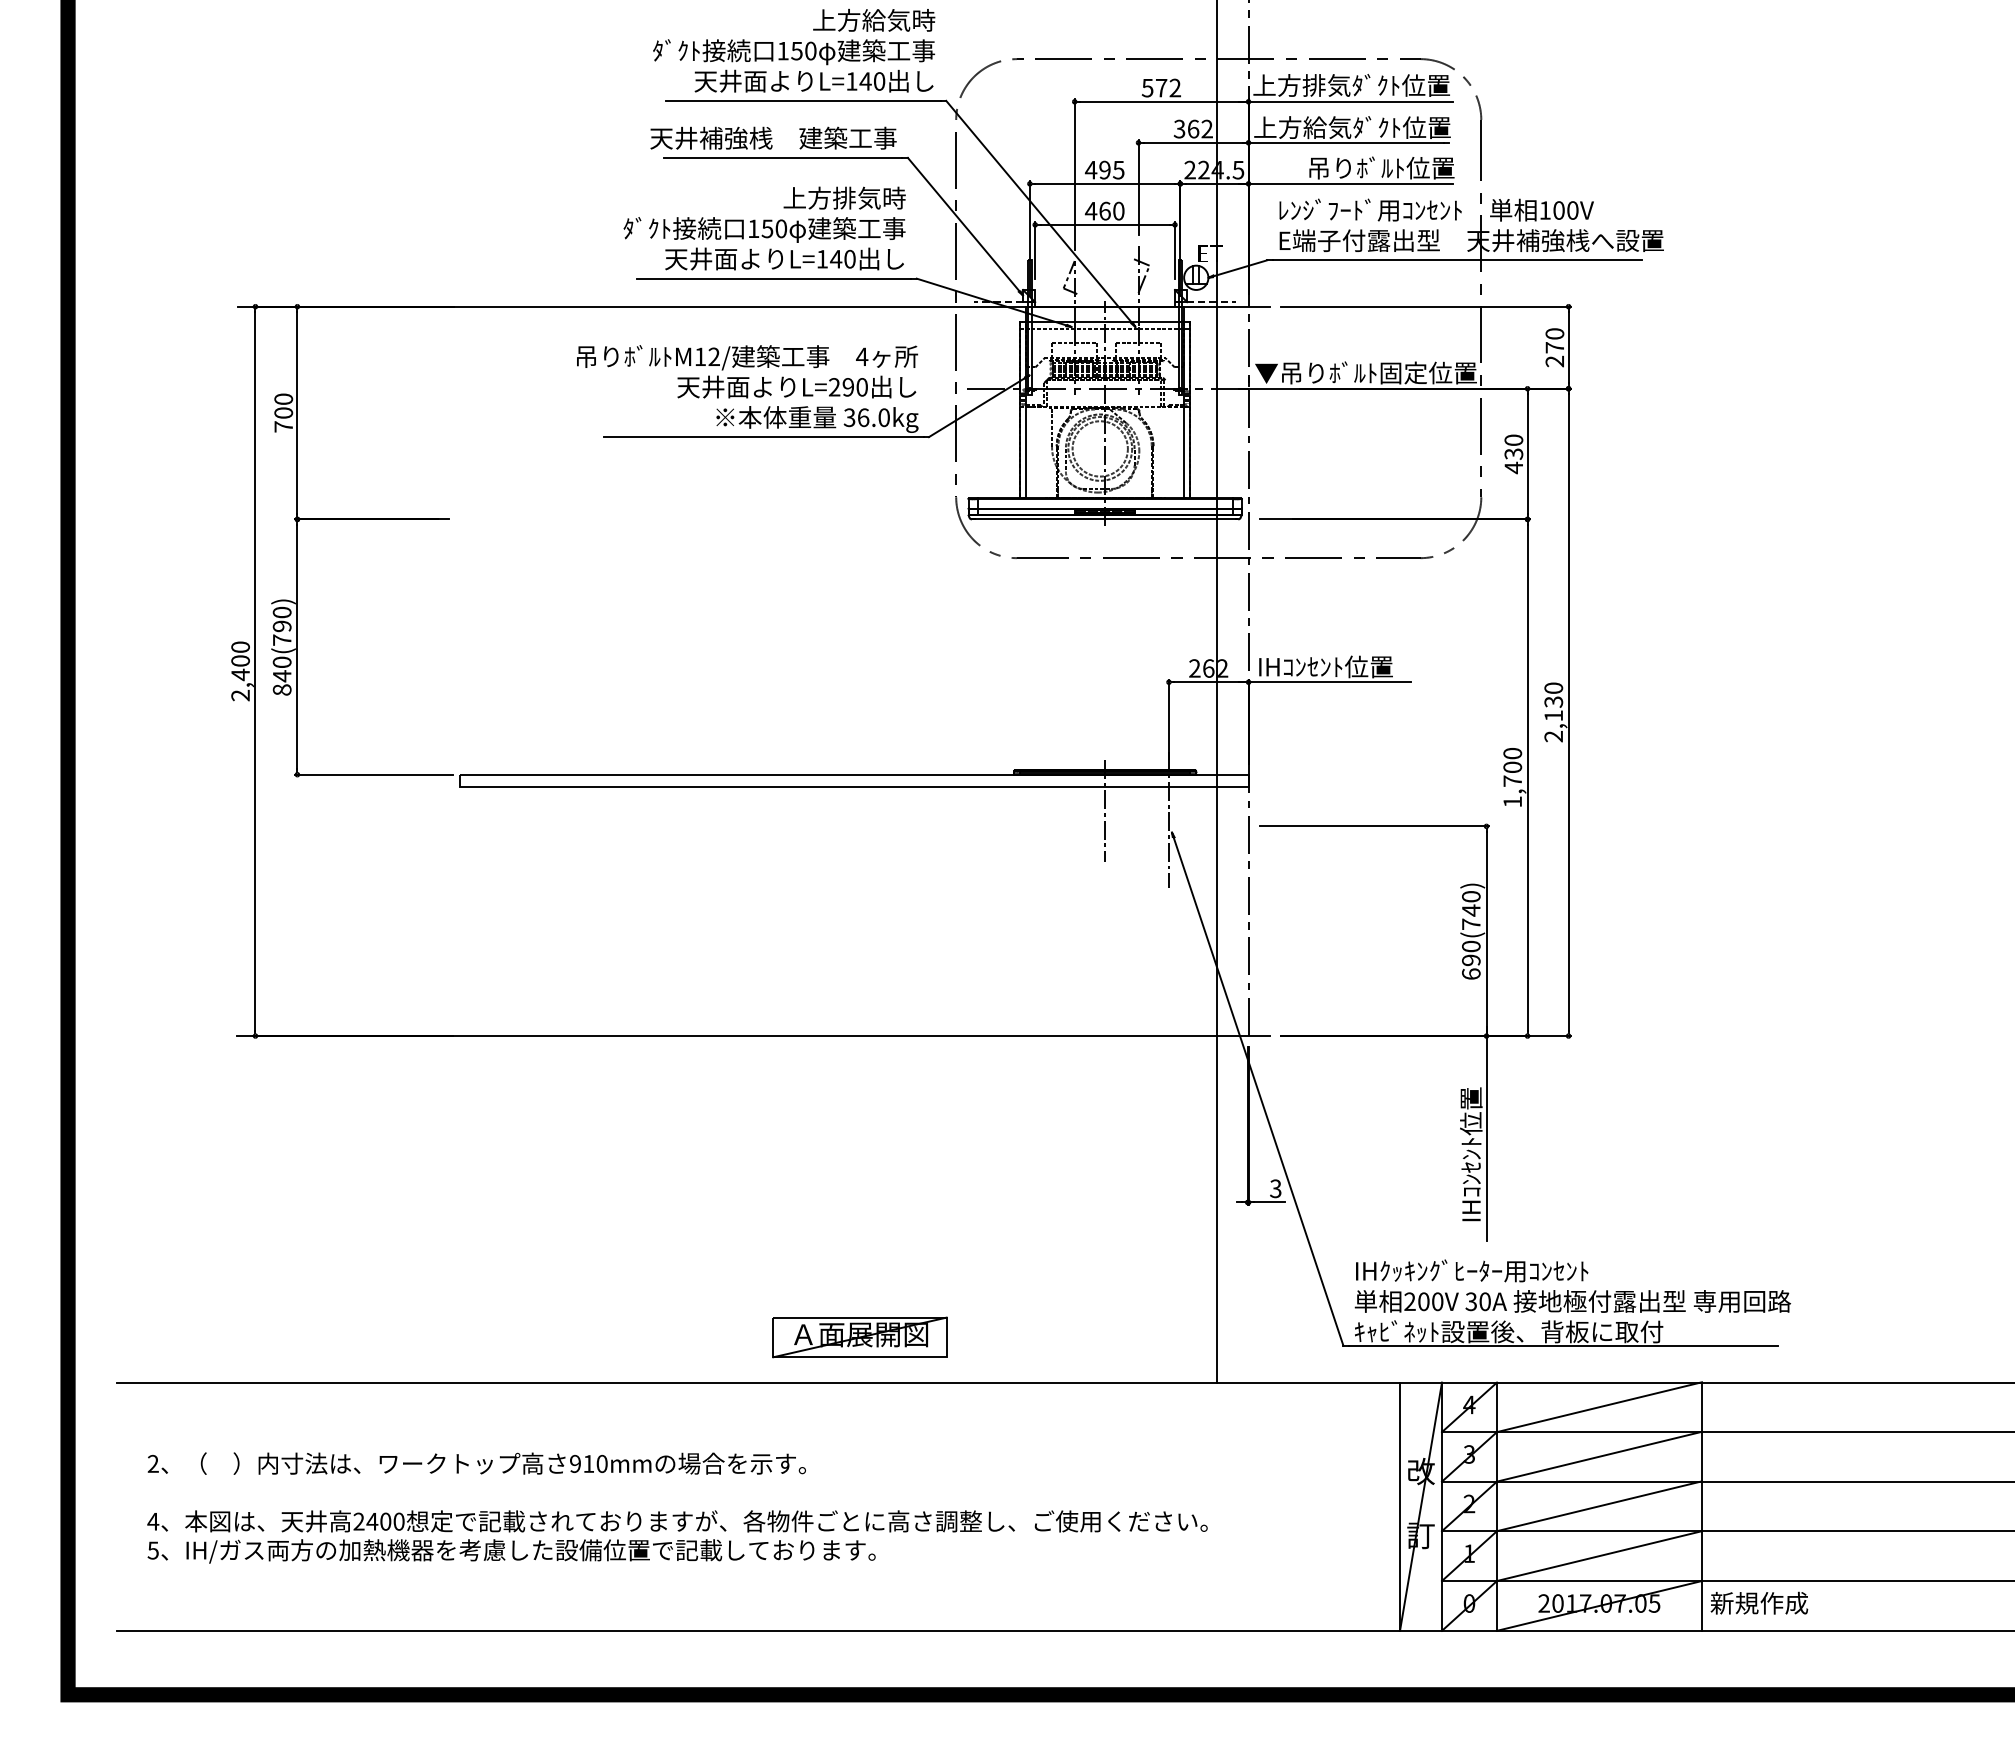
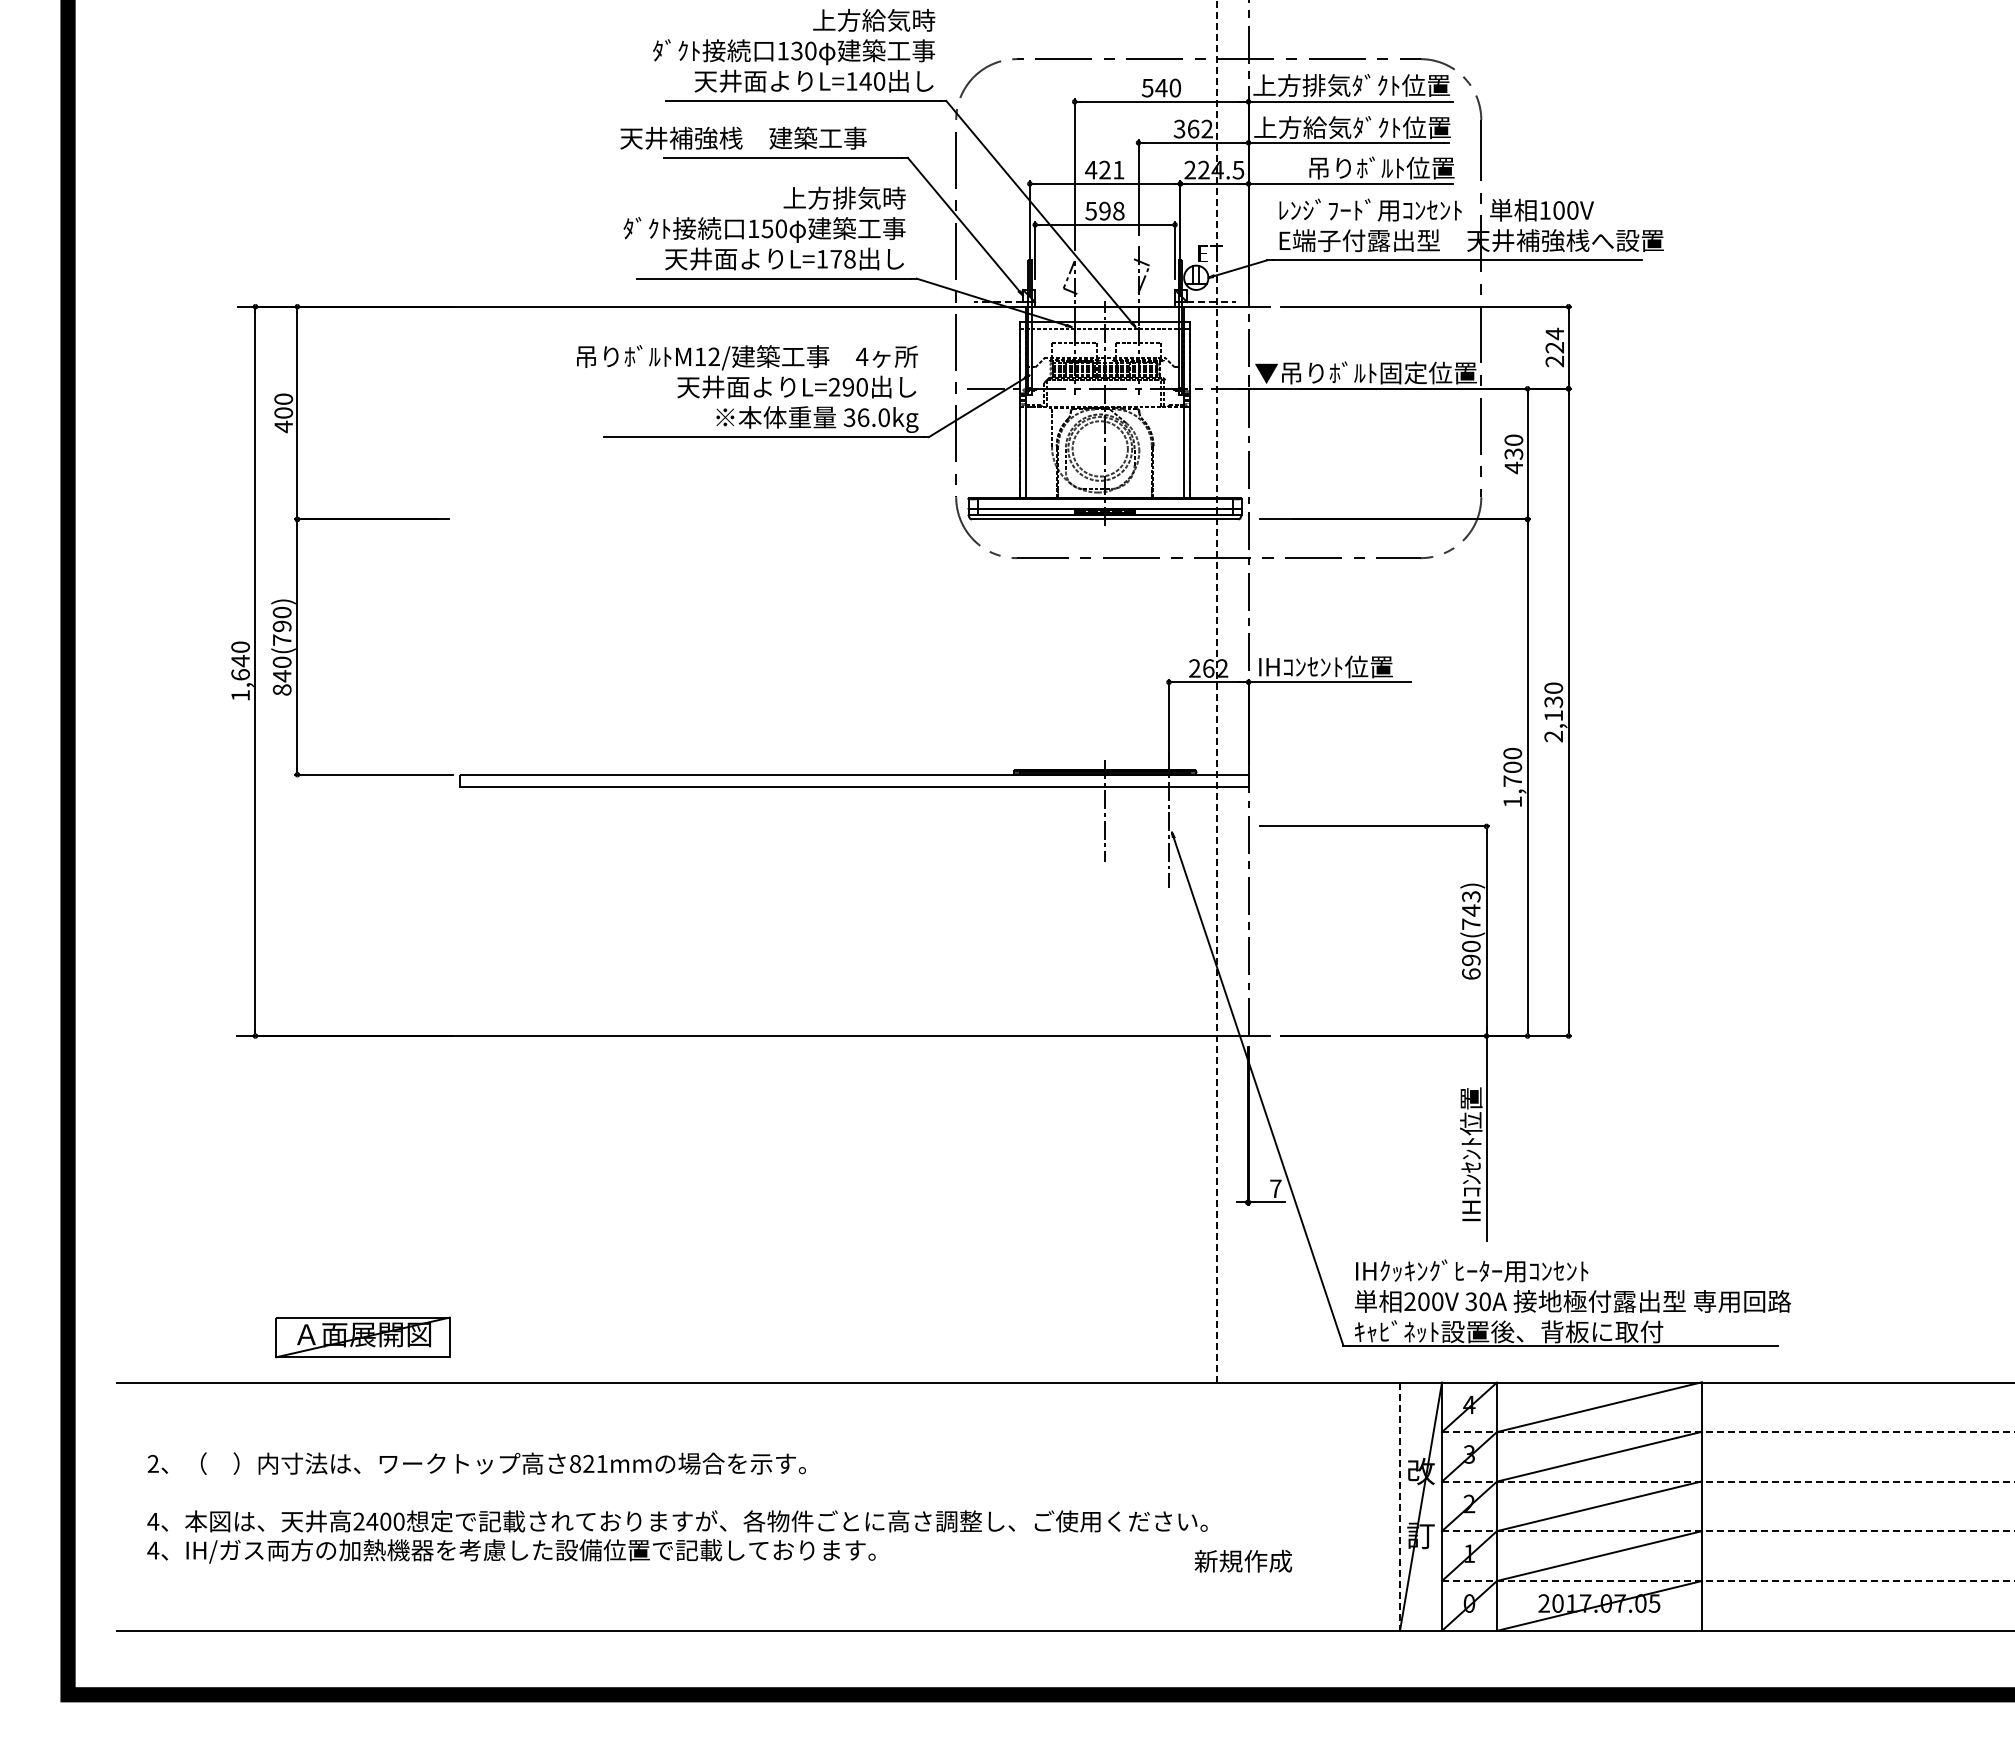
text at (796, 50): 150 -> 130
text at (1168, 87): 572 -> 540
text at (773, 137) position: (773, 137) -> (743, 137)
text at (1111, 170): 495 -> 421
text at (1104, 210): 460 -> 598
text at (842, 259): L=140 -> L=178
text at (1554, 340): 270 -> 224
text at (283, 426): 700 -> 400
text at (240, 677): 2,400 -> 1,640
line at (1217, 691): solid -> dashed
text at (1471, 896): 690(740) -> 690(743)
text at (1275, 1188): 3 -> 7
part at (859, 1337) position: (859, 1337) -> (362, 1337)
line at (1728, 1432): solid -> dashed
text at (588, 1463): 910mm -> 821mm
line at (1728, 1481): solid -> dashed
line at (1400, 1507): solid -> dashed
line at (1728, 1531): solid -> dashed
text at (153, 1550): 5 -> 4
line at (1728, 1581): solid -> dashed
text at (1759, 1602) position: (1759, 1602) -> (1243, 1560)
